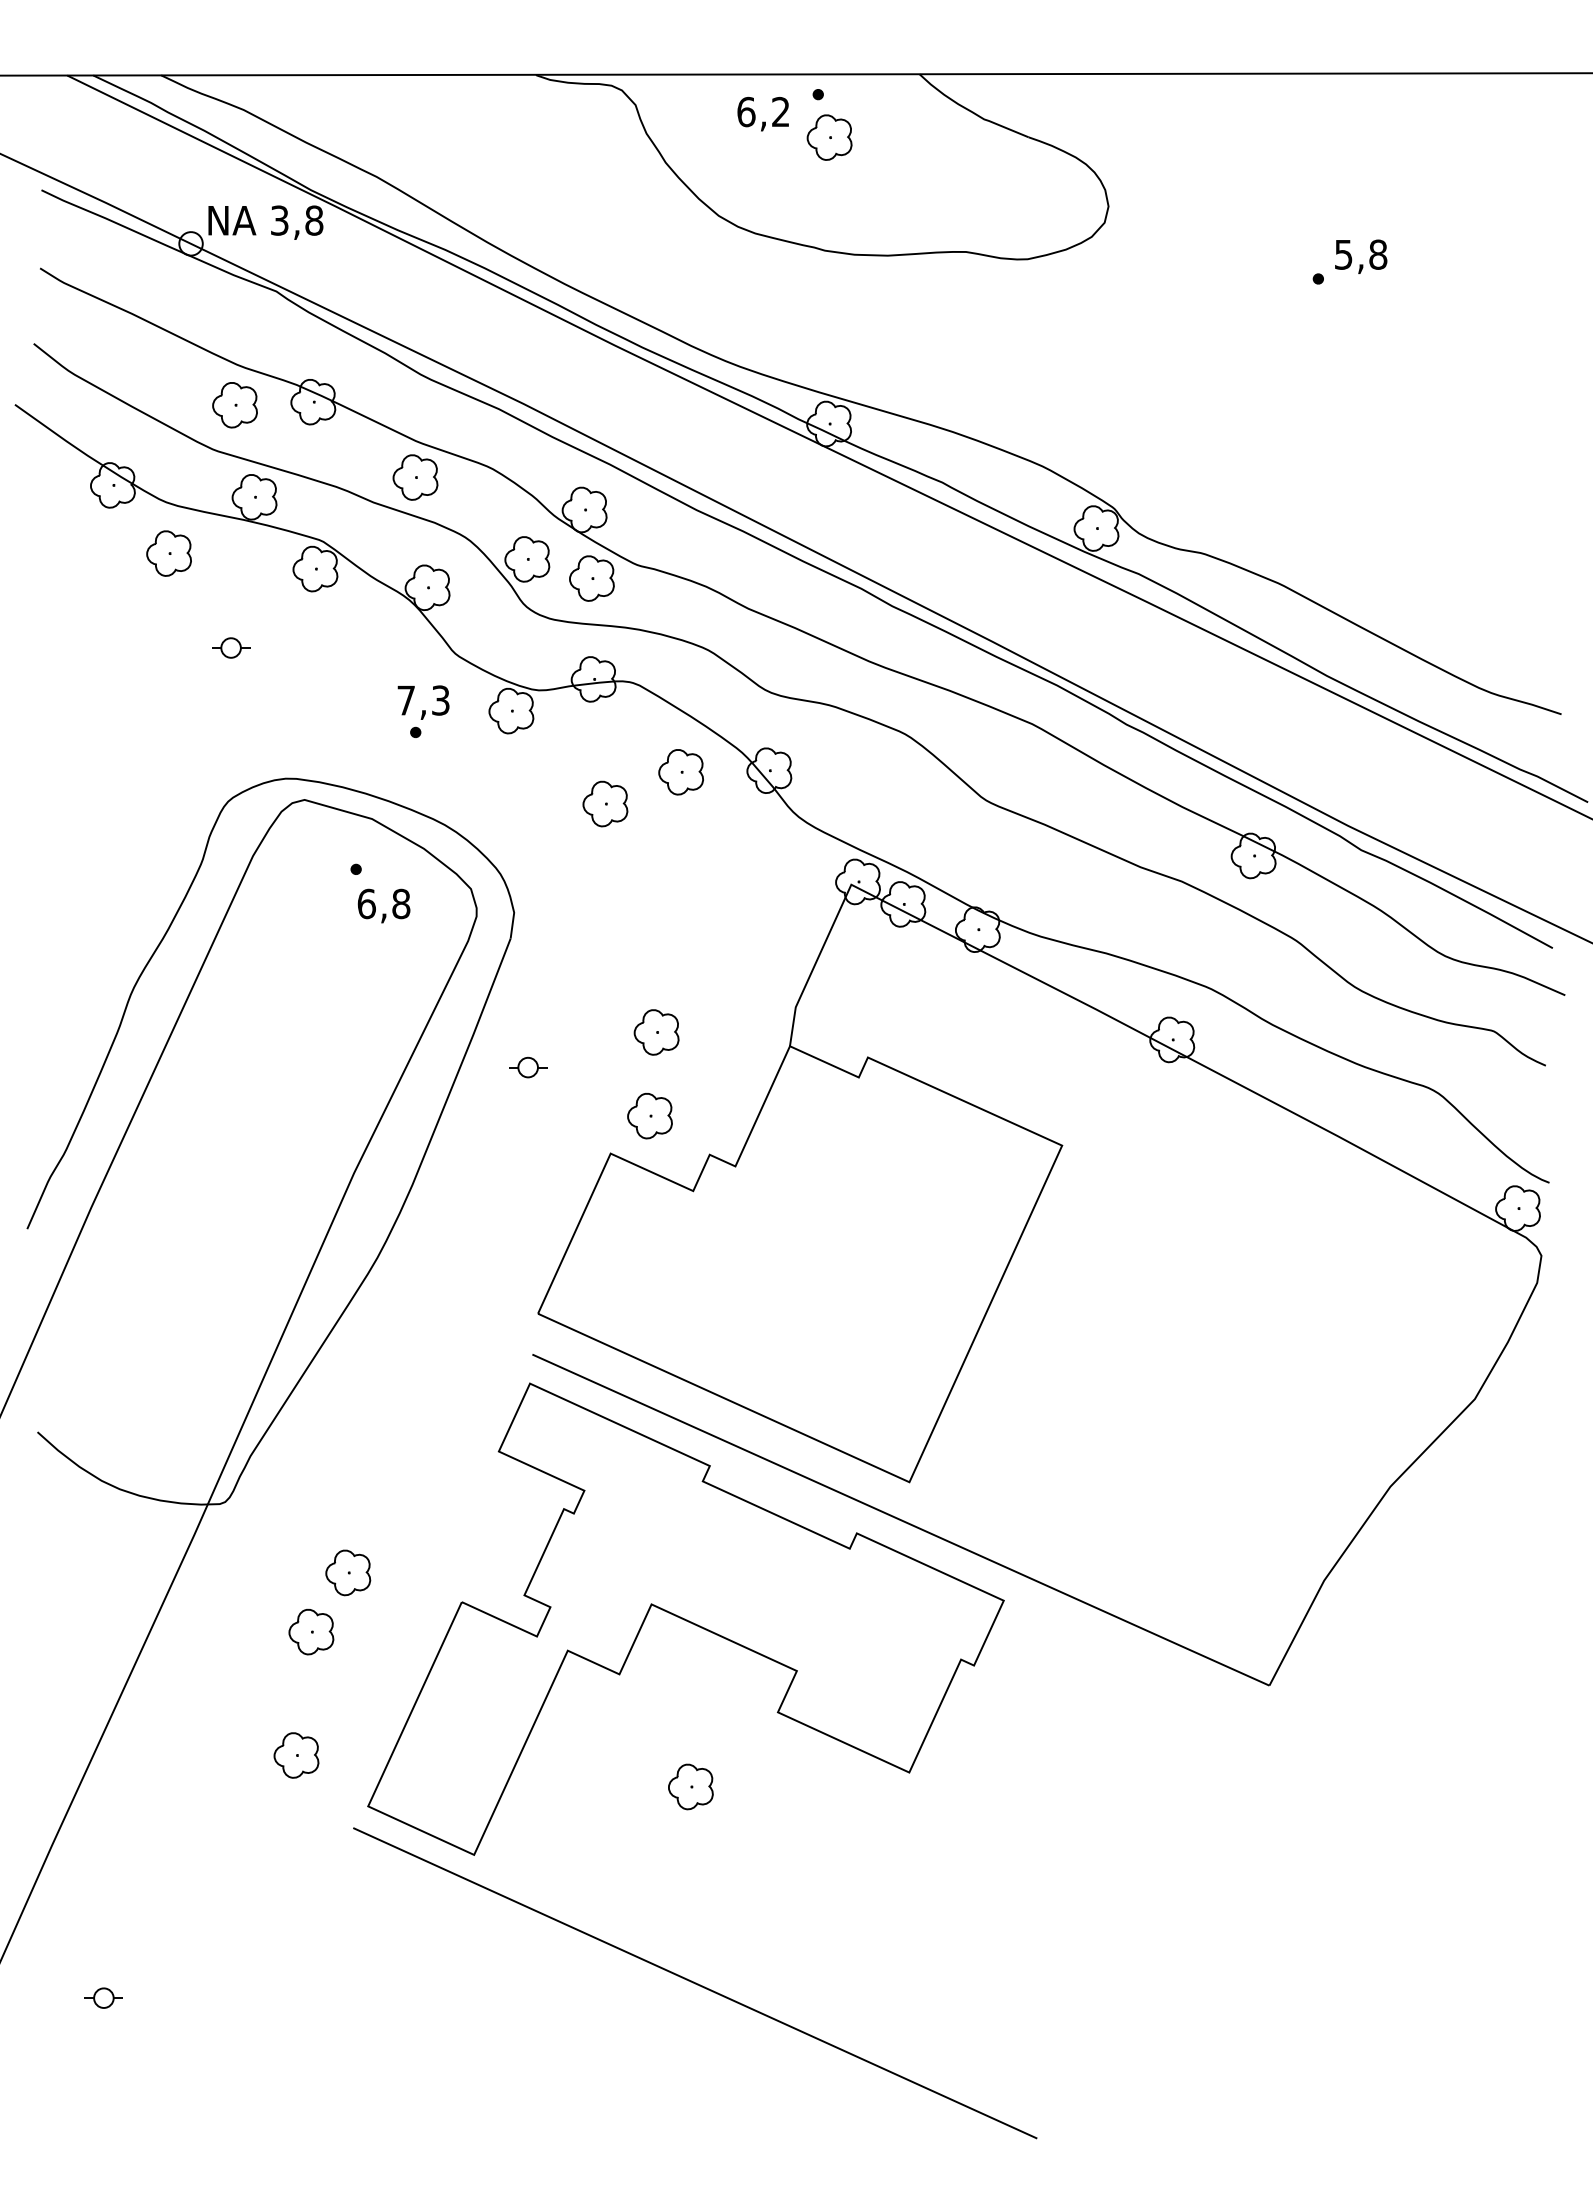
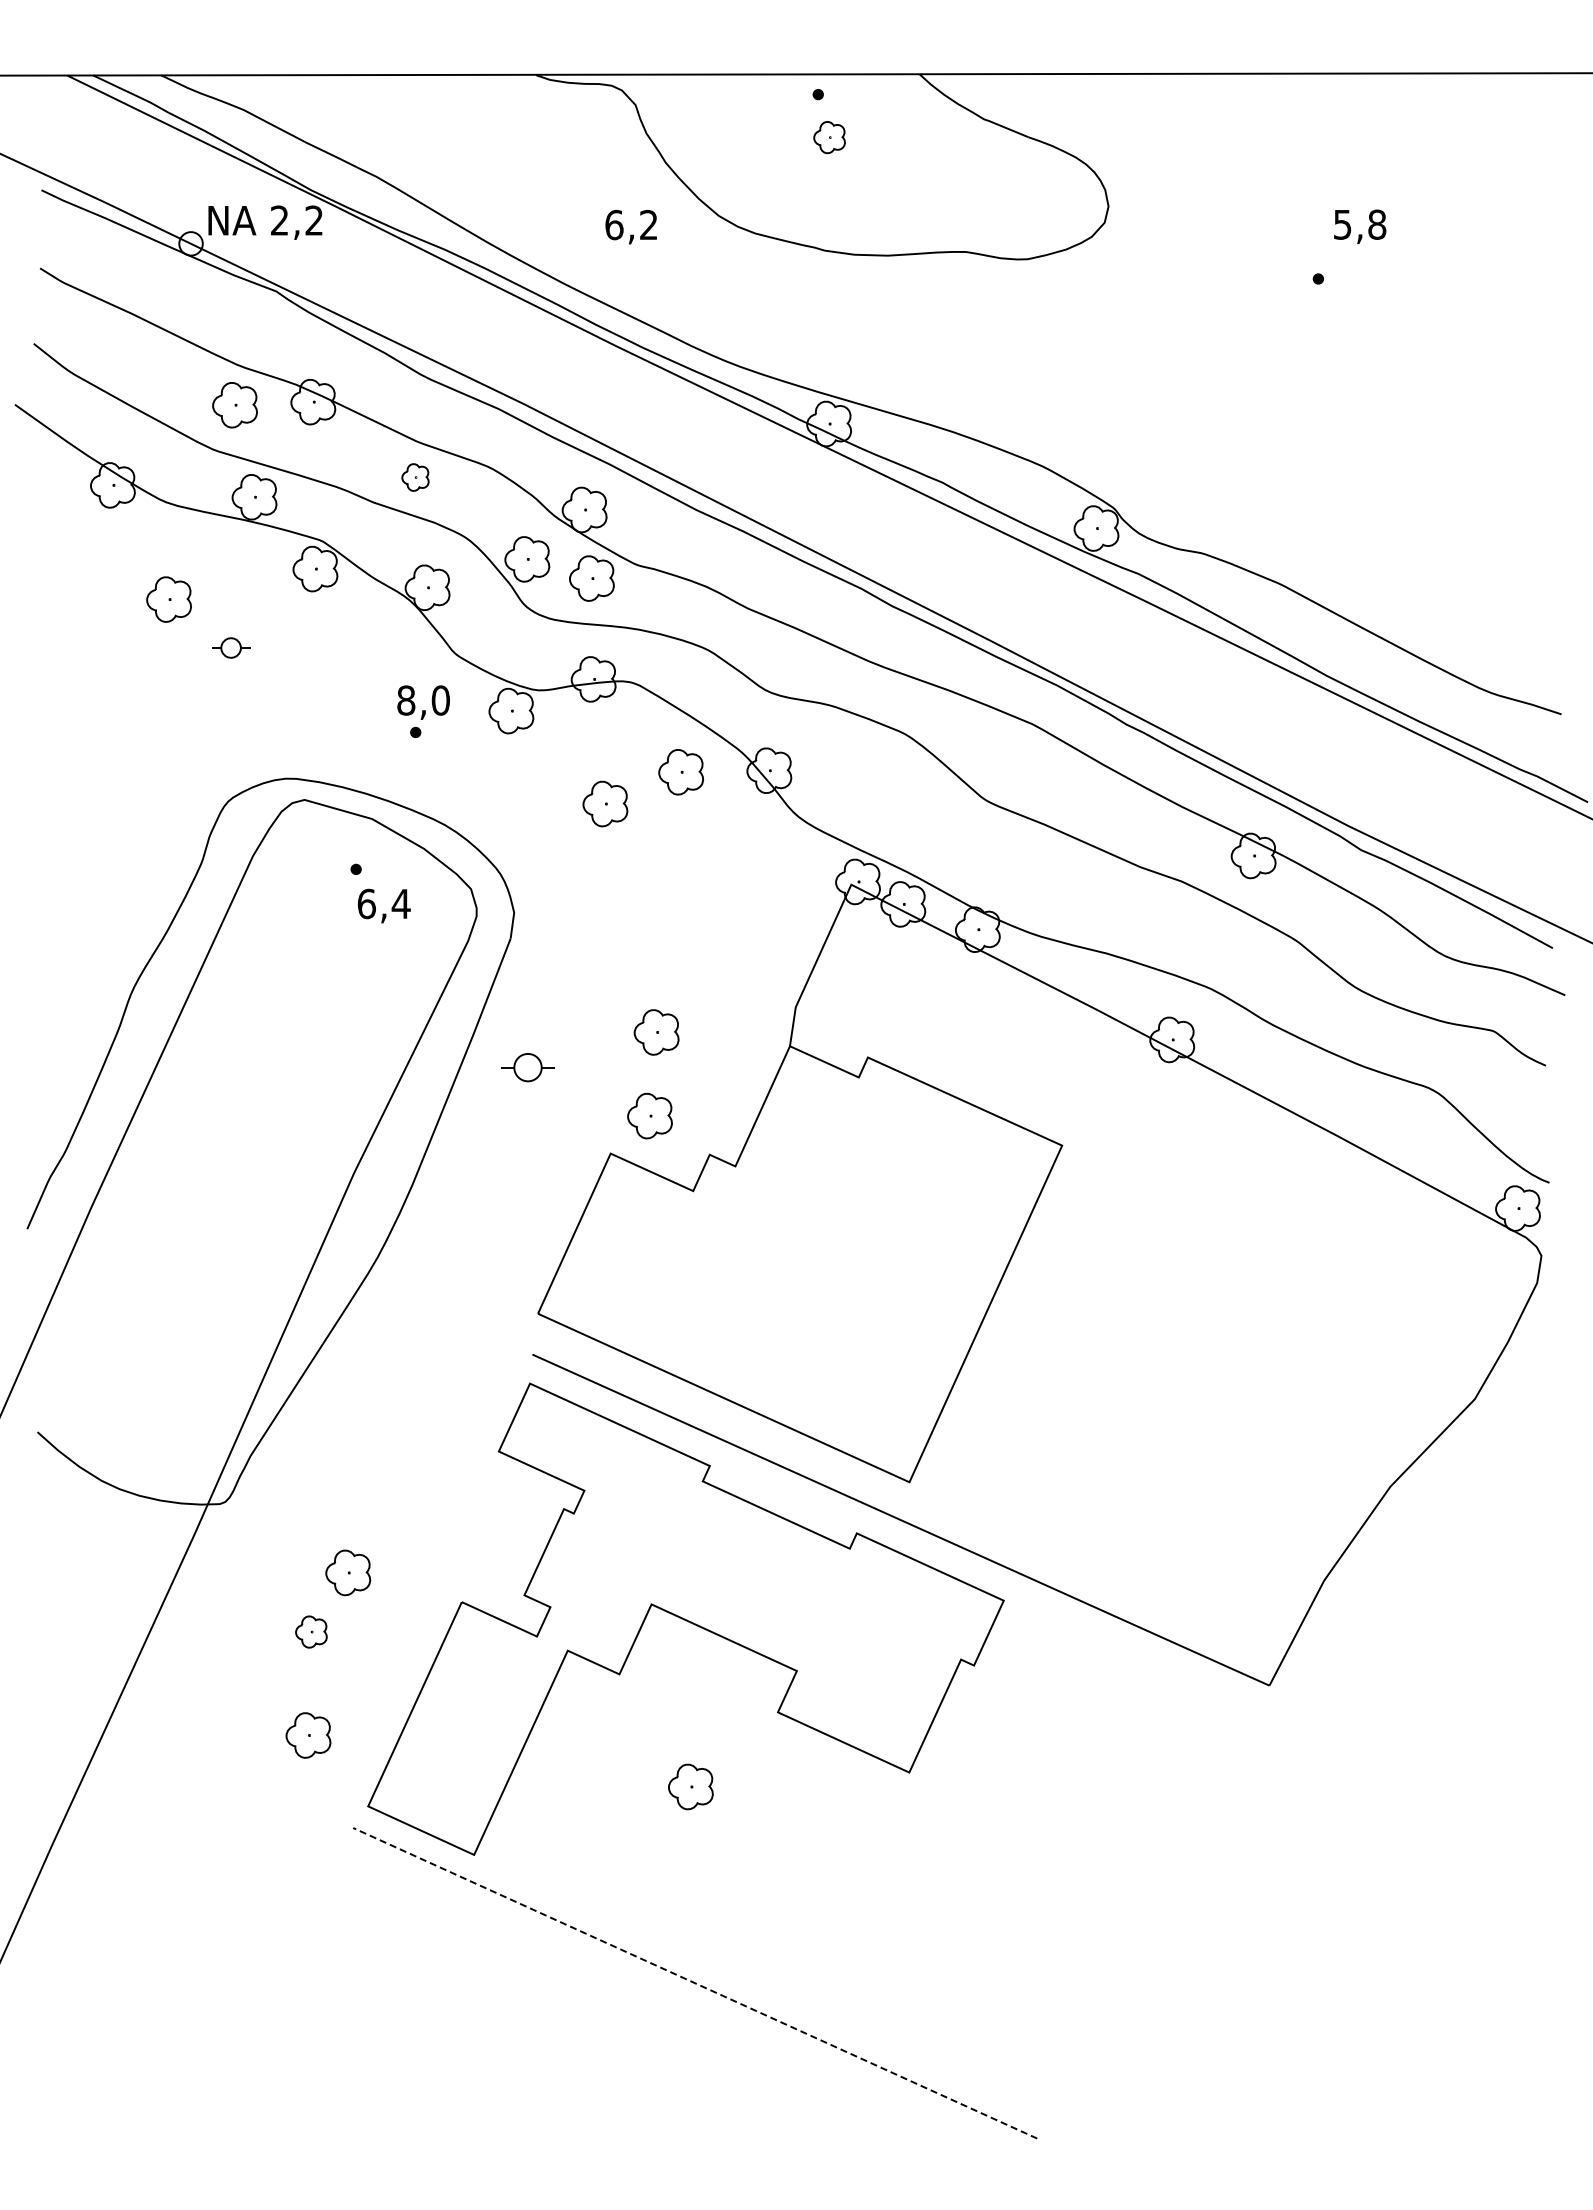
text at (762, 114) position: (762, 114) -> (630, 227)
part at (829, 137) size: 47x47 px -> 33x34 px
text at (297, 220): 3,8 -> 2,2
text at (1361, 256) position: (1361, 256) -> (1360, 226)
part at (415, 477) size: 47x47 px -> 29x29 px
part at (168, 553) position: (168, 553) -> (168, 599)
text at (423, 700): 7,3 -> 8,0
text at (400, 903): 6,8 -> 6,4
part at (528, 1067) size: 39x23 px -> 54x30 px
part at (311, 1631) size: 47x48 px -> 33x34 px
part at (296, 1755) position: (296, 1755) -> (308, 1735)
line at (695, 1983): solid -> dashed
part at (103, 1997): present -> none
